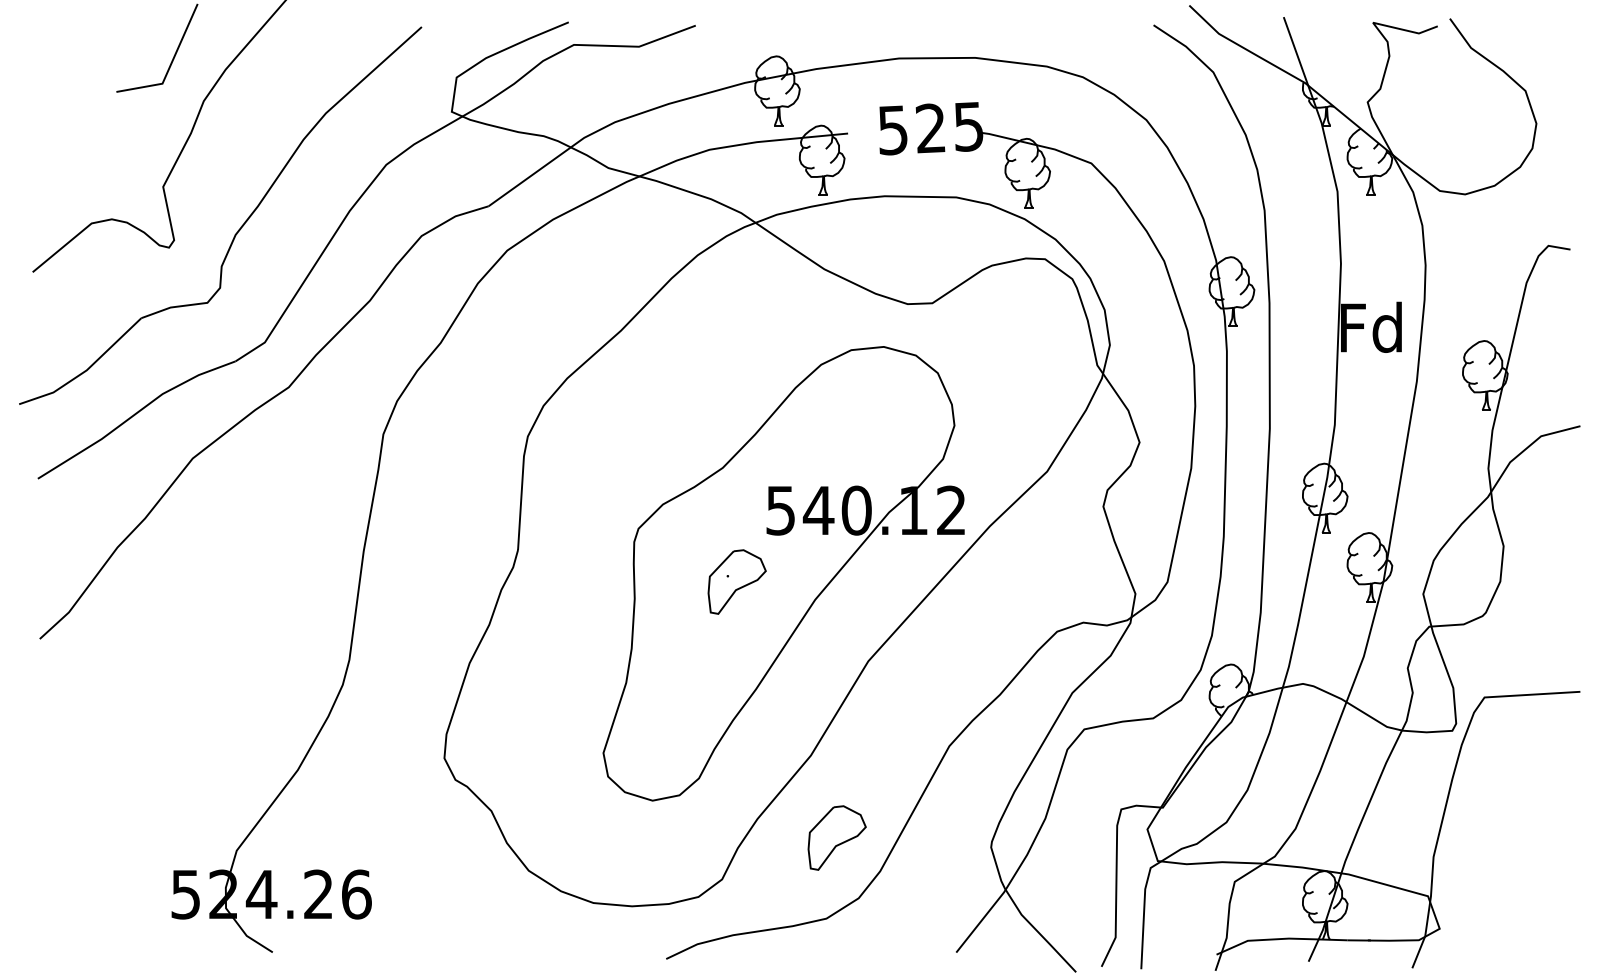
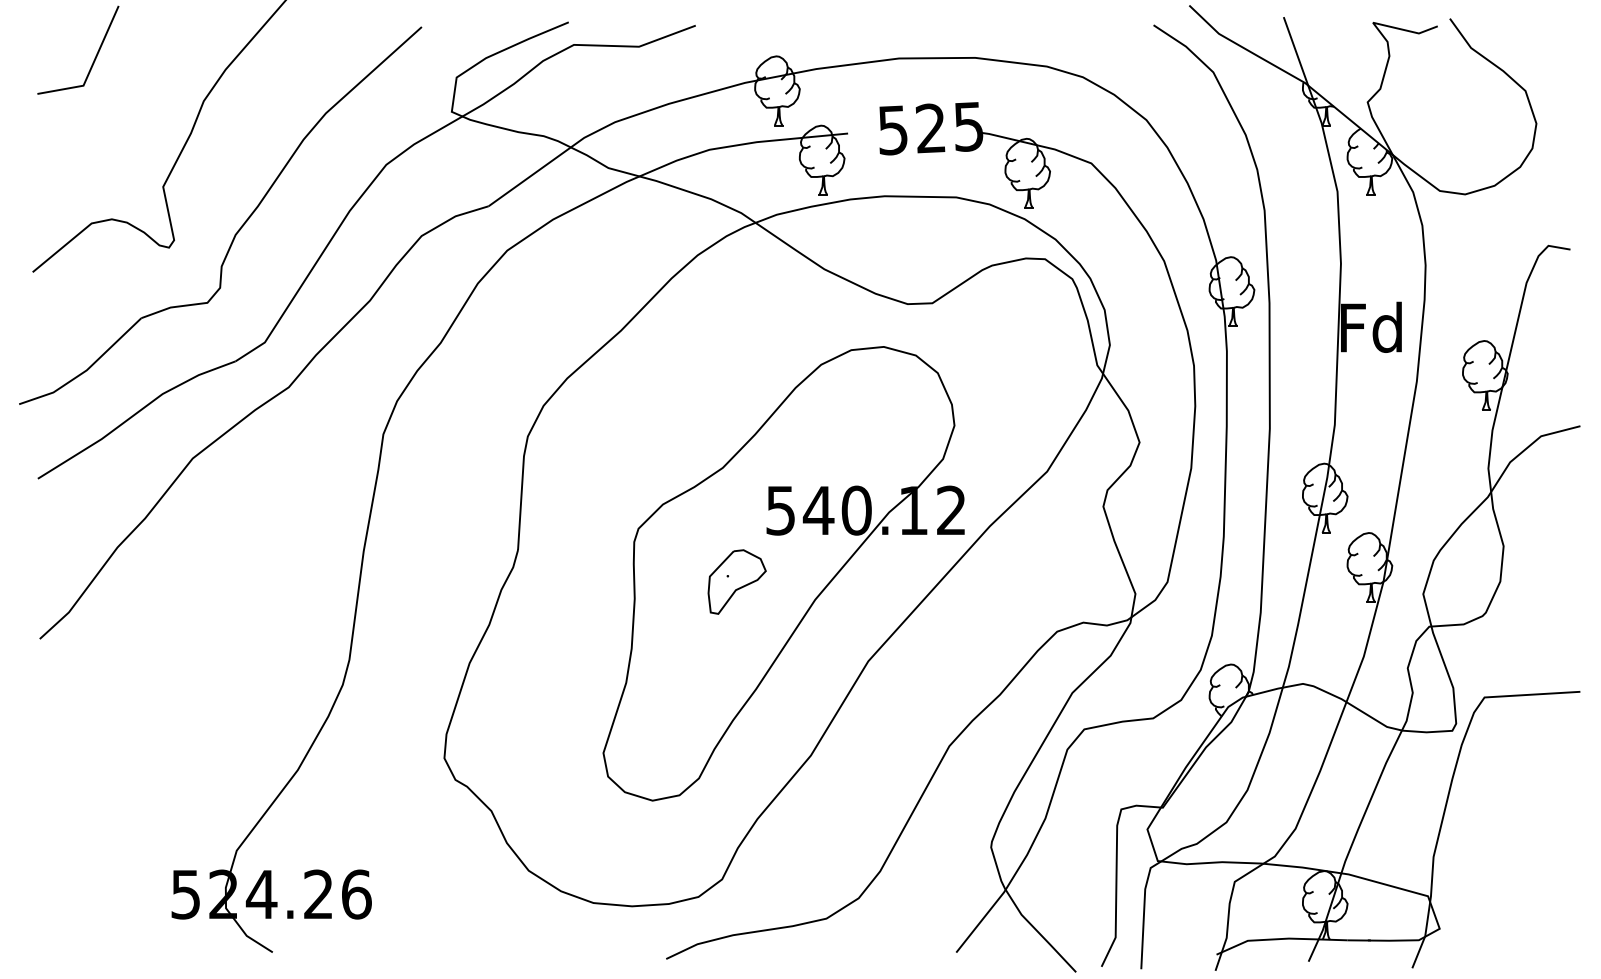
line at (174, 53) position: (174, 53) -> (95, 55)
part at (836, 837): present -> none
